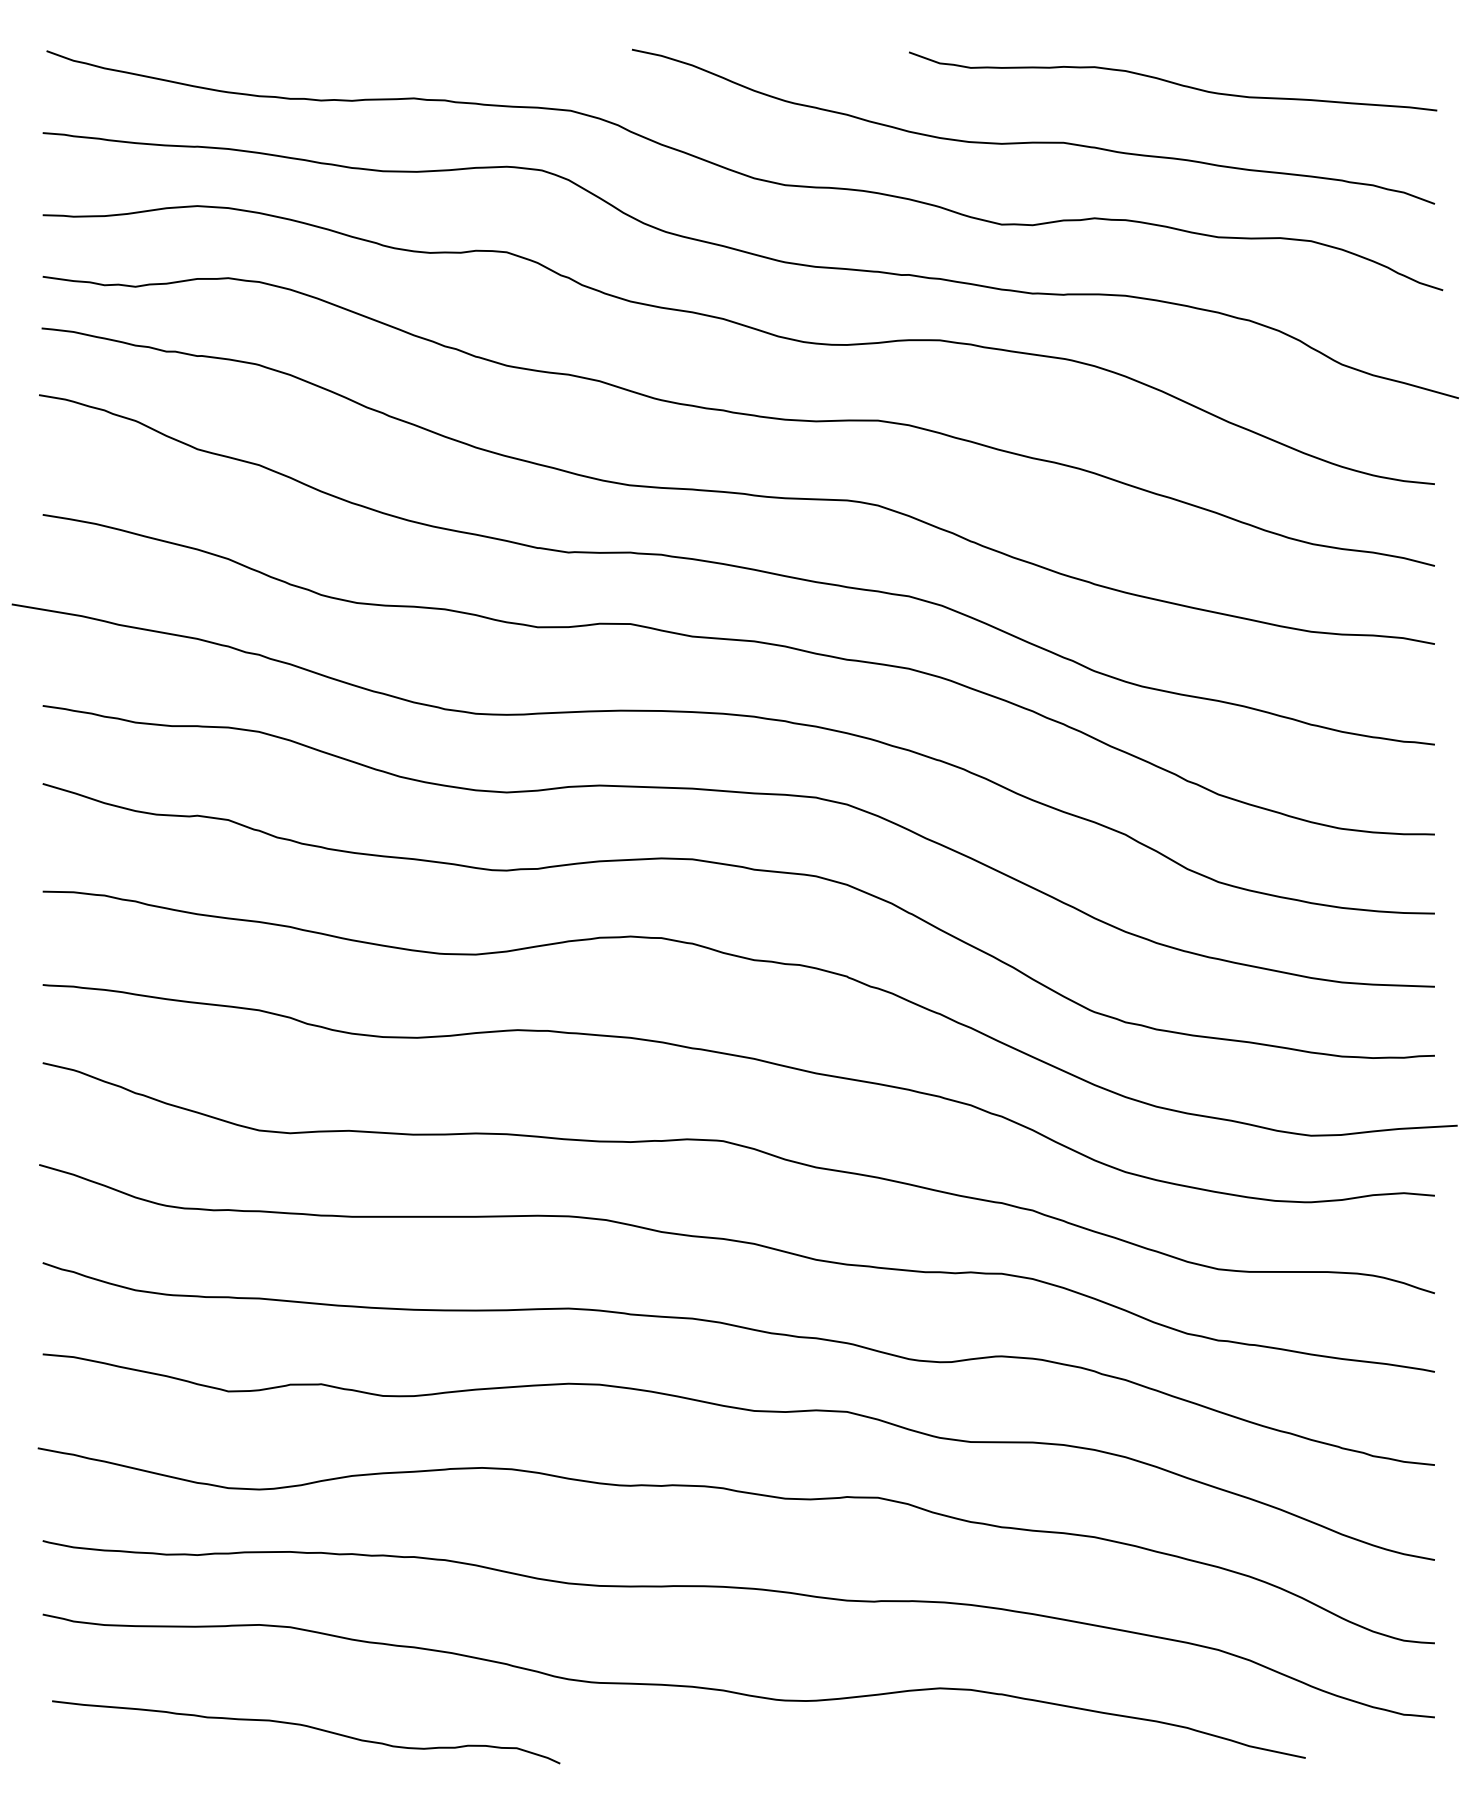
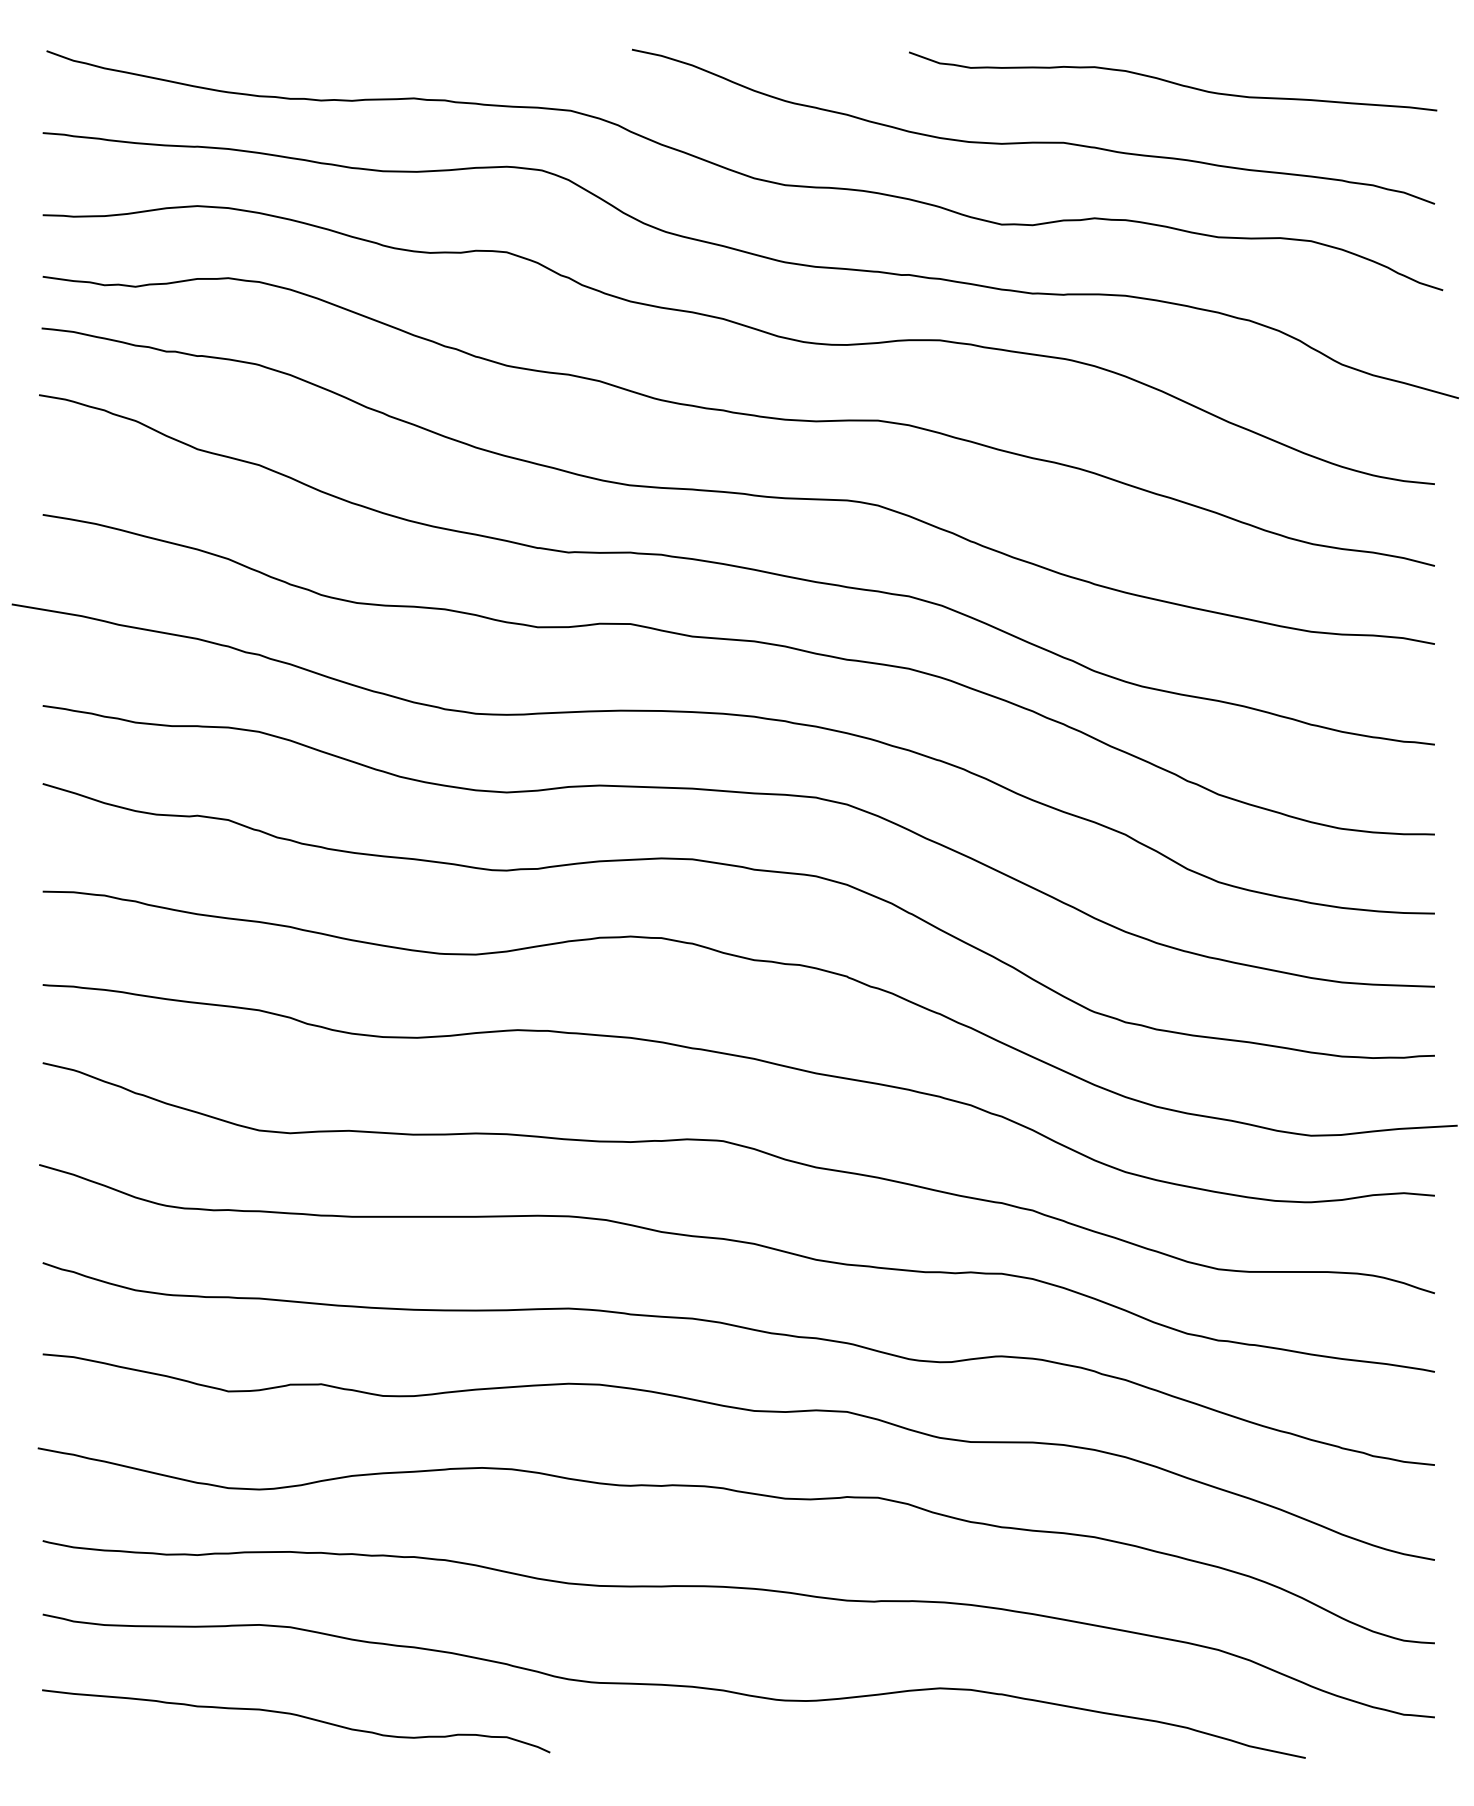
curve at (307, 1727) position: (307, 1727) -> (297, 1716)
